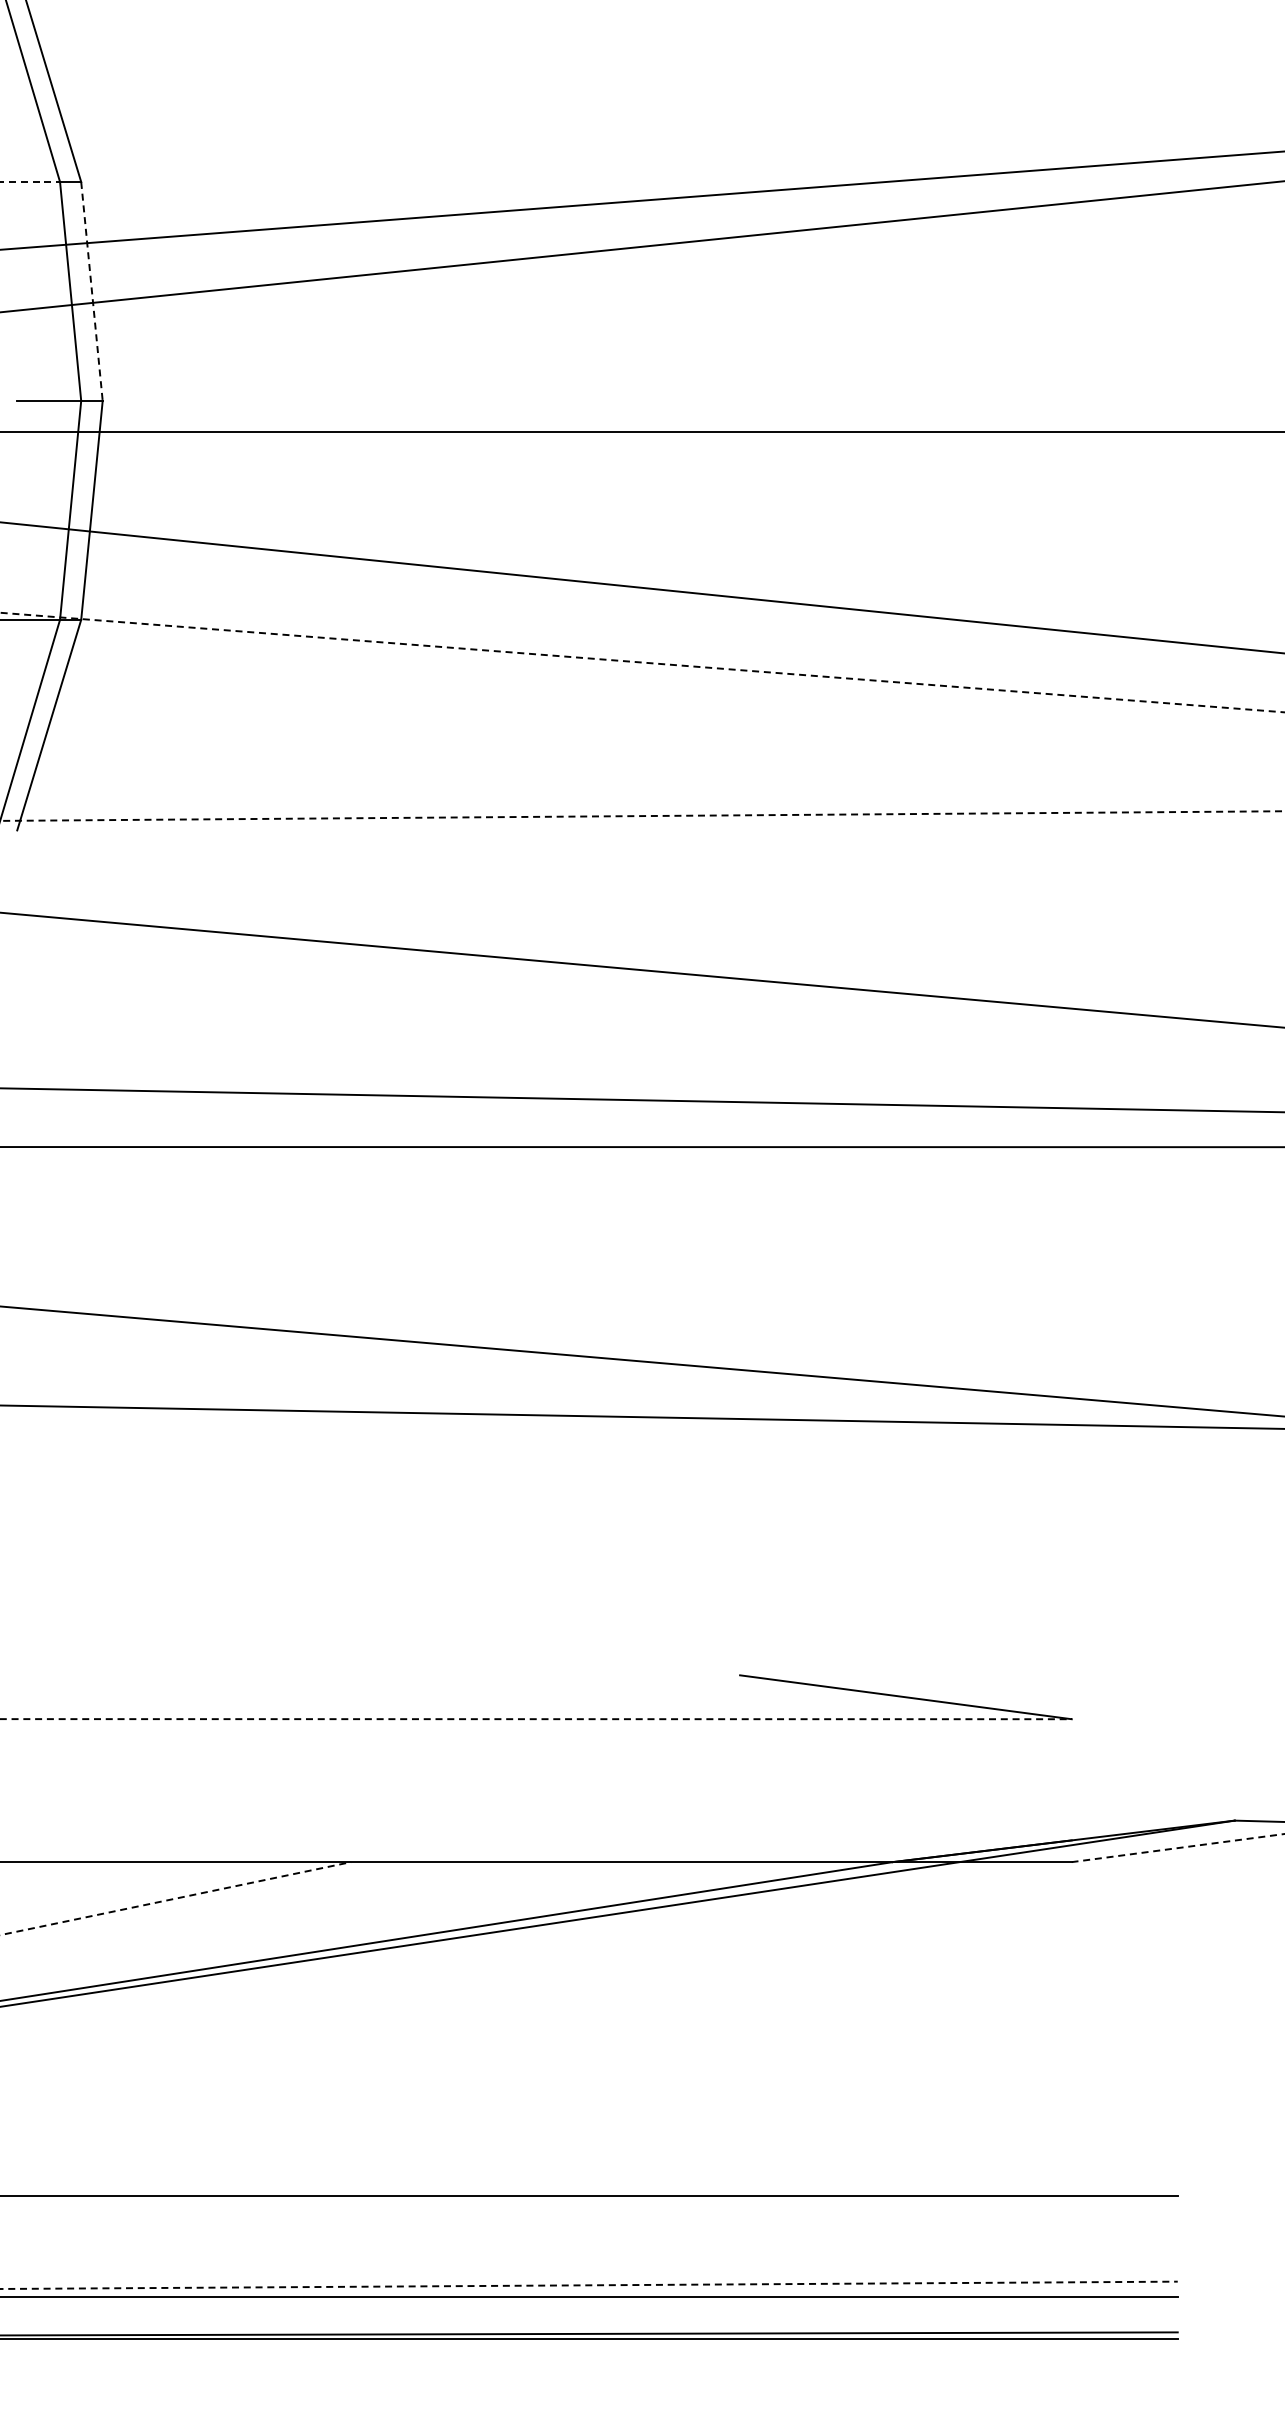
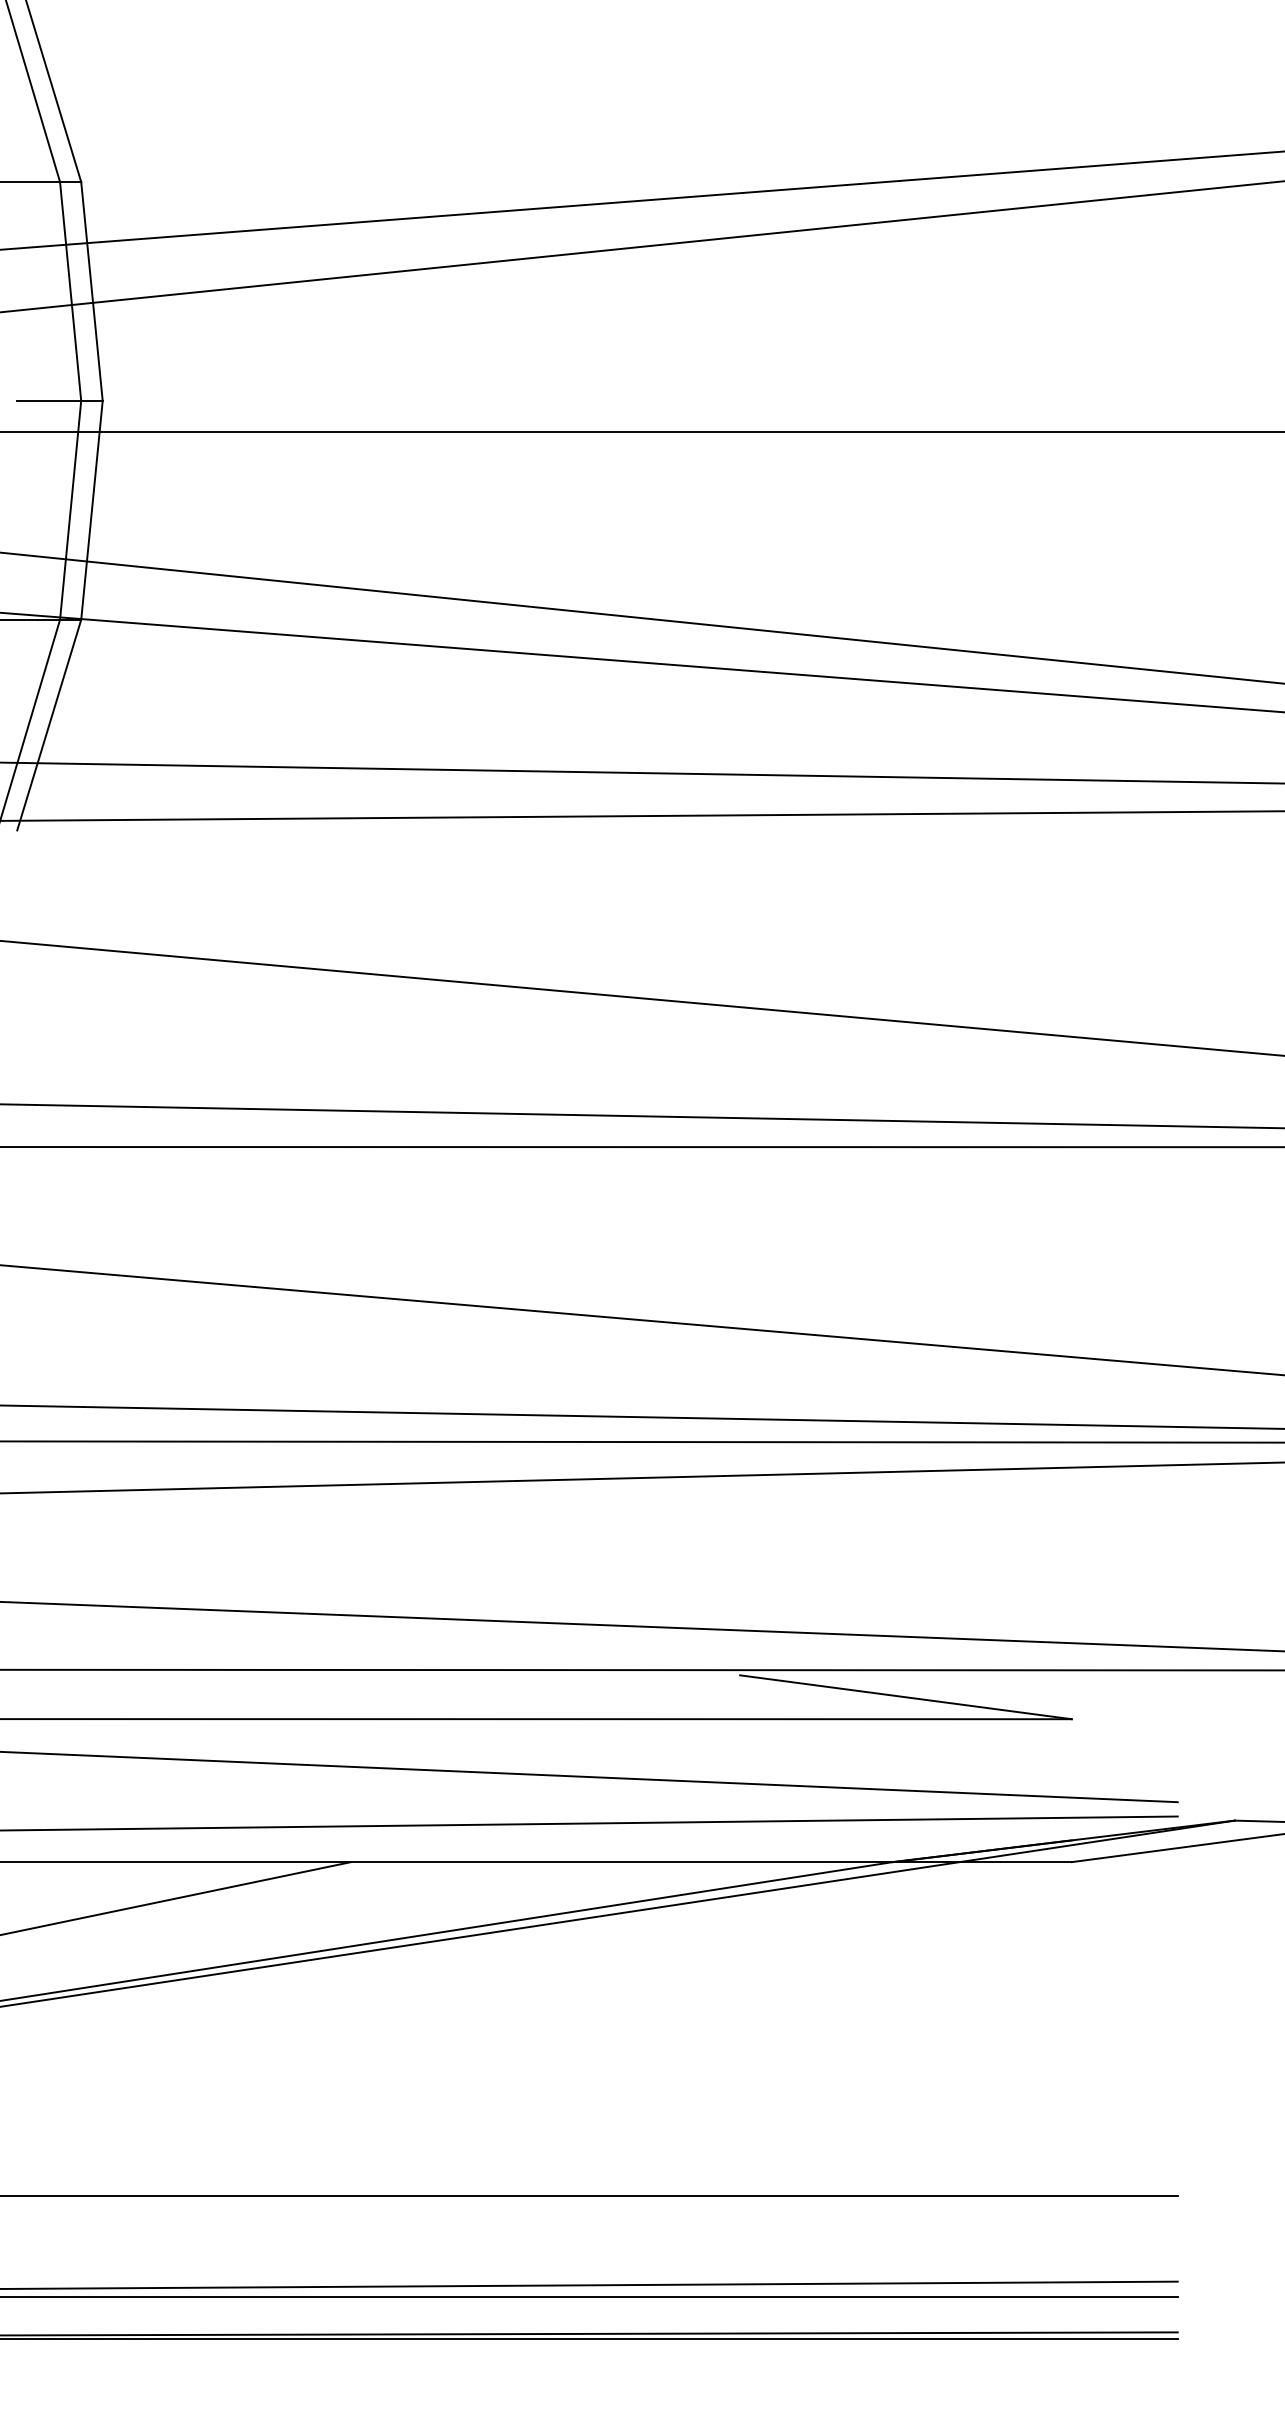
line at (30, 181): dashed -> solid
line at (92, 291): dashed -> solid
line at (641, 587) position: (641, 587) -> (641, 617)
line at (642, 662): dashed -> solid
line at (641, 772): none -> present
line at (642, 816): dashed -> solid
line at (641, 969) position: (641, 969) -> (641, 998)
line at (641, 1100) position: (641, 1100) -> (641, 1116)
line at (641, 1361) position: (641, 1361) -> (641, 1320)
line at (641, 1441): none -> present
line at (641, 1477): none -> present
line at (641, 1626): none -> present
line at (641, 1669): none -> present
line at (536, 1719): dashed -> solid
line at (589, 1776): none -> present
line at (589, 1823): none -> present
line at (1177, 1848): dashed -> solid
line at (175, 1898): dashed -> solid
line at (589, 2285): dashed -> solid
